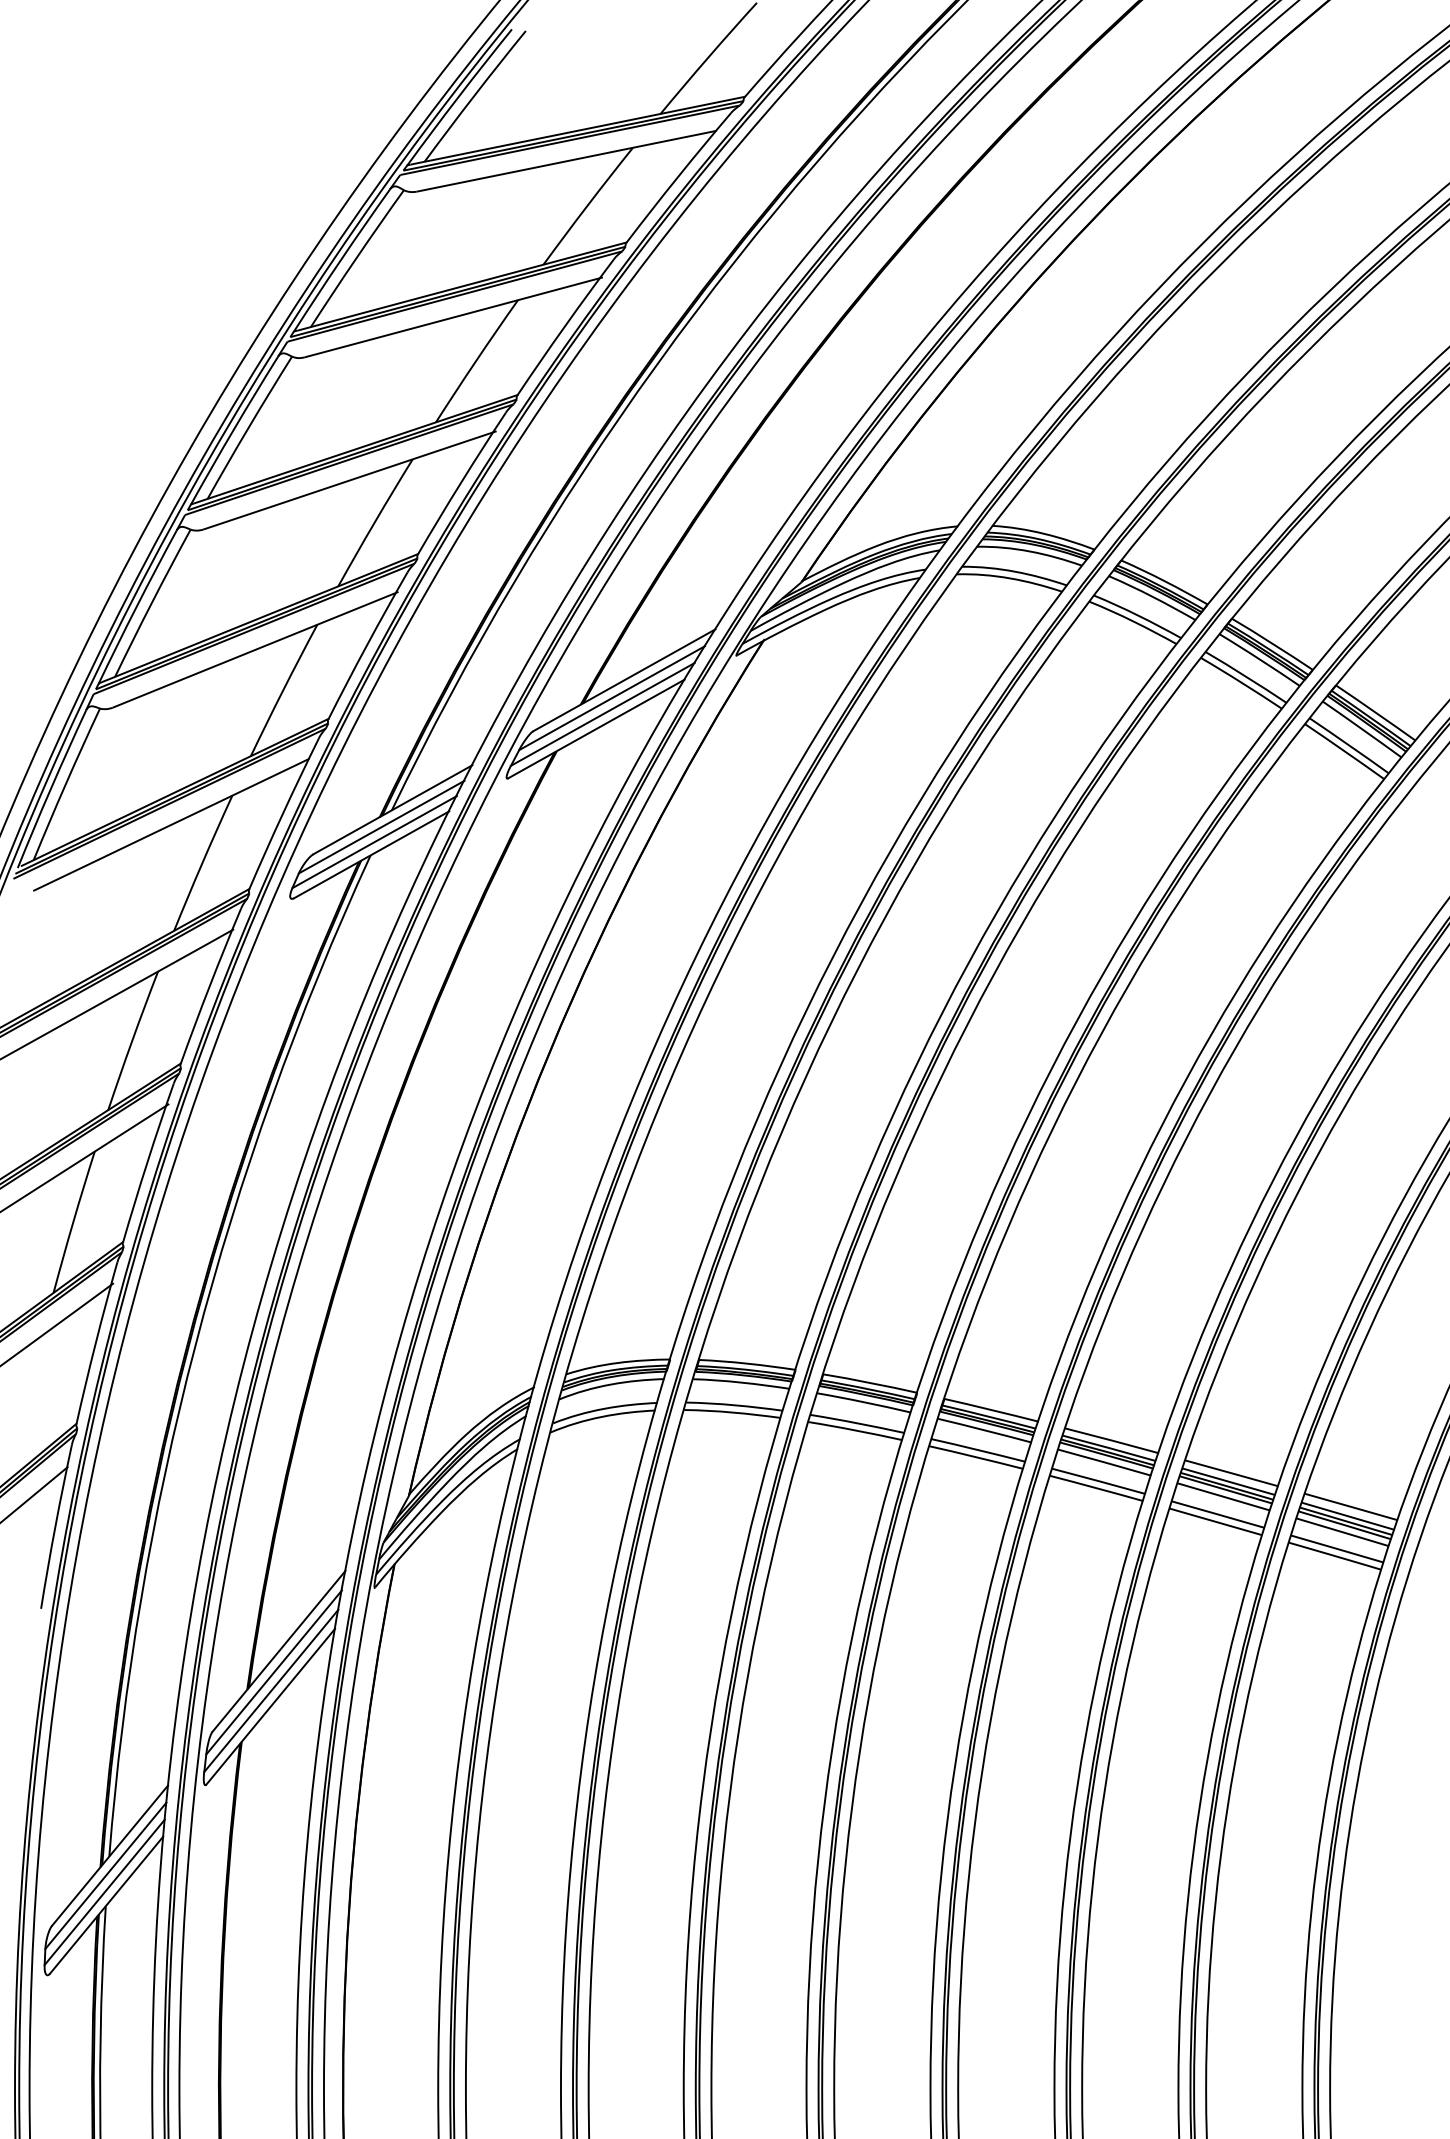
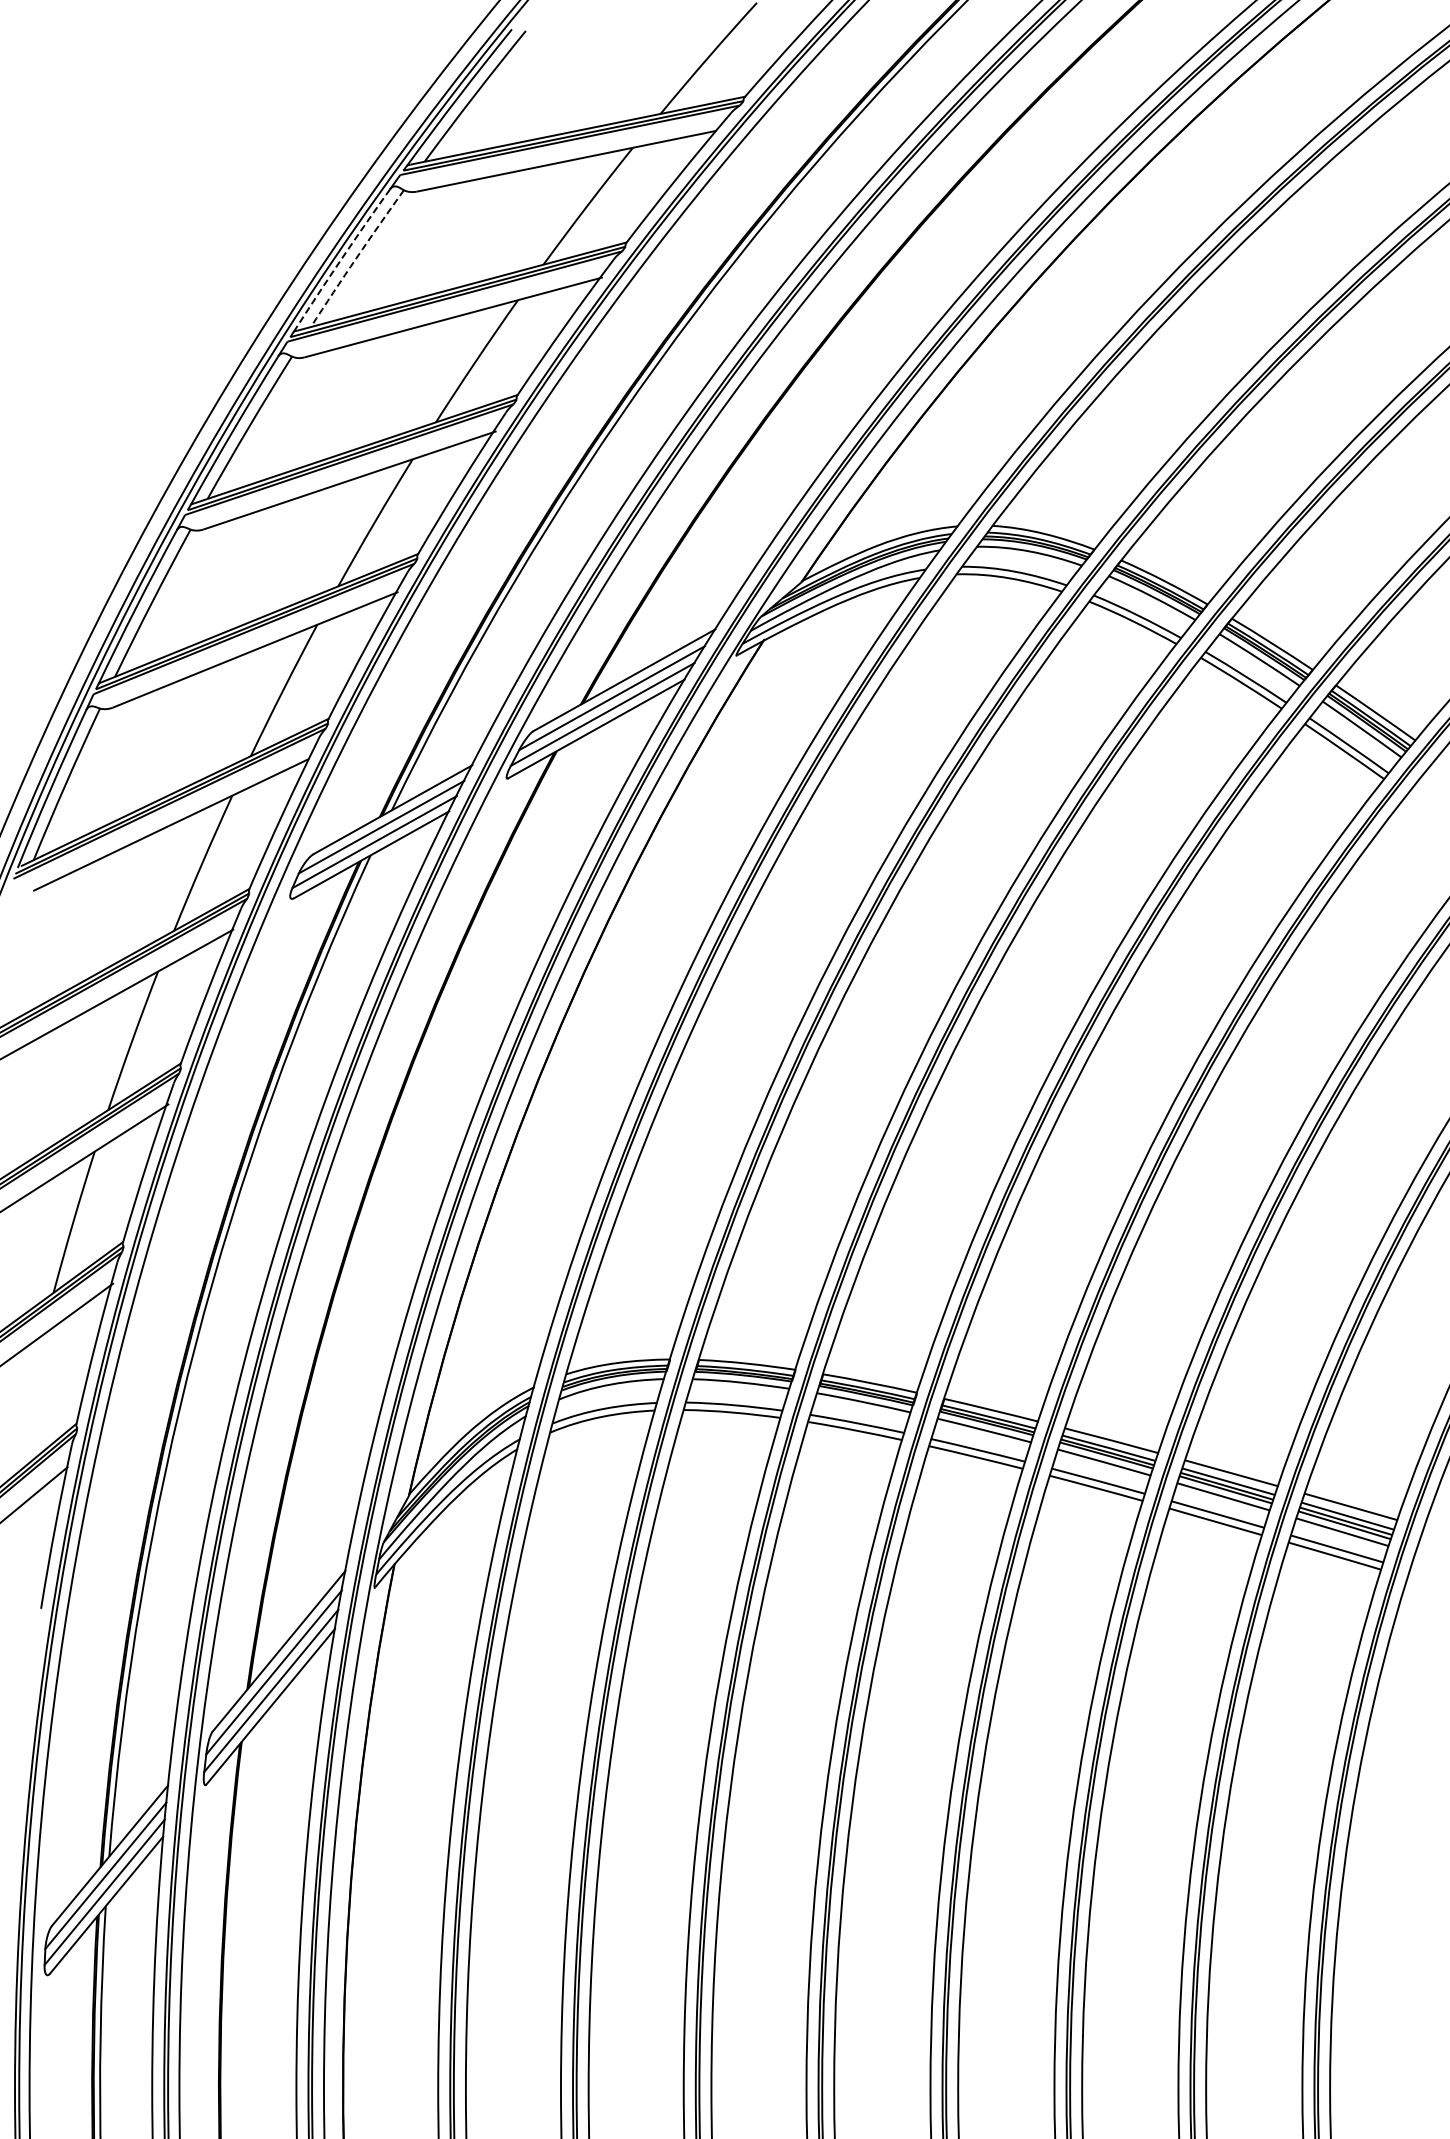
arc at (356, 258): solid -> dashed
arc at (340, 260): solid -> dashed
